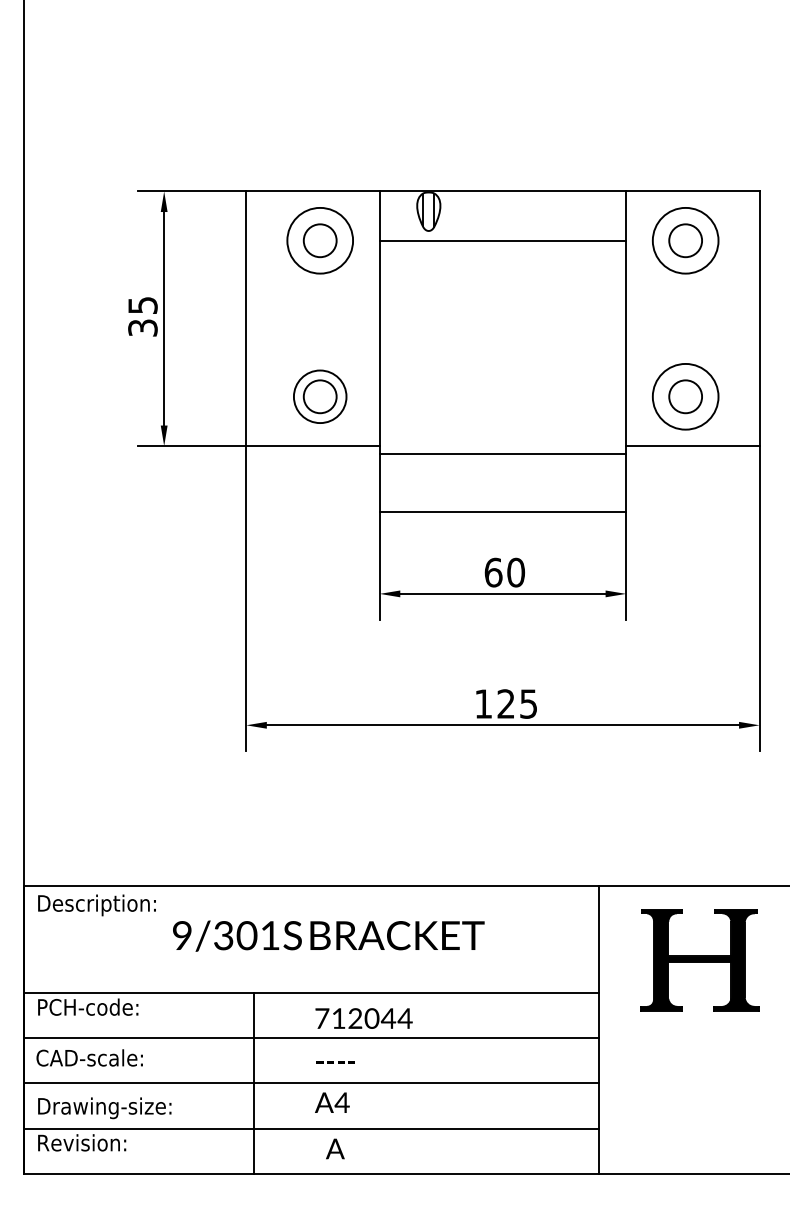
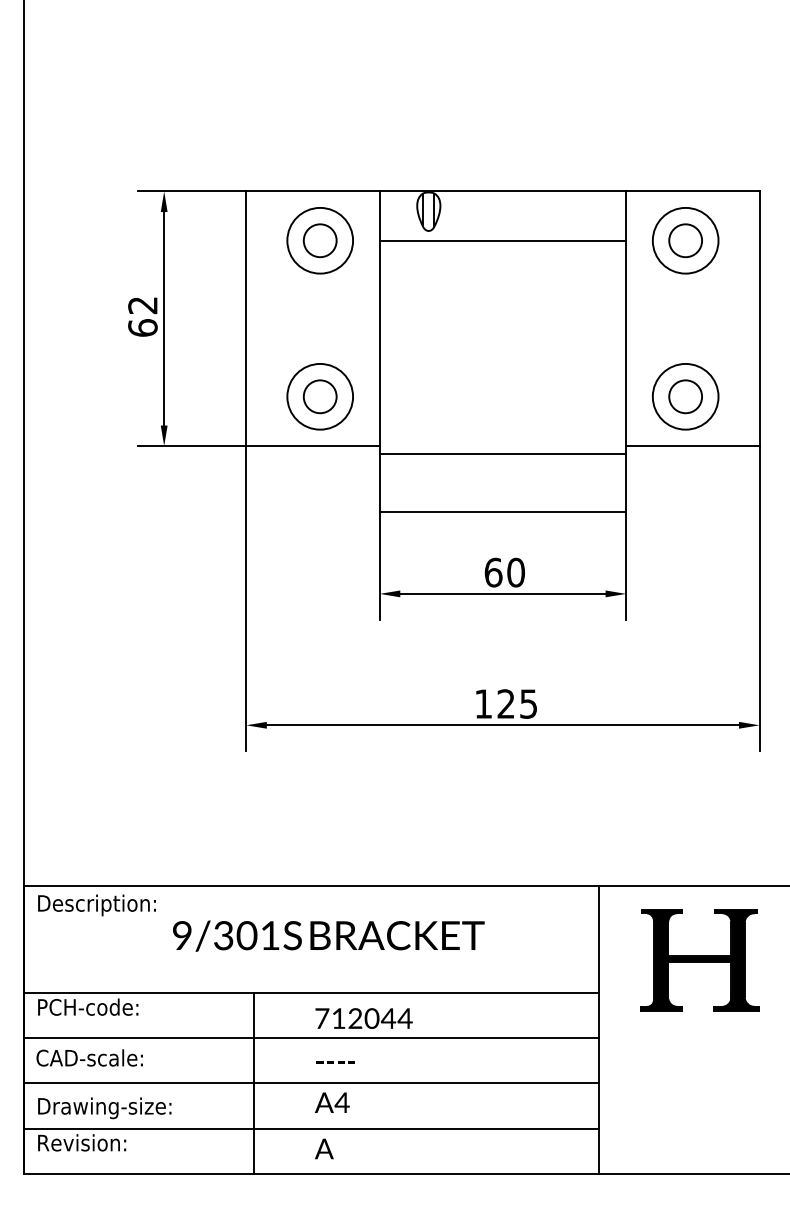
text at (142, 316): 35 -> 62
circle at (319, 396) diameter: 53 px -> 66 px
text at (335, 1148) position: (335, 1148) -> (324, 1148)
